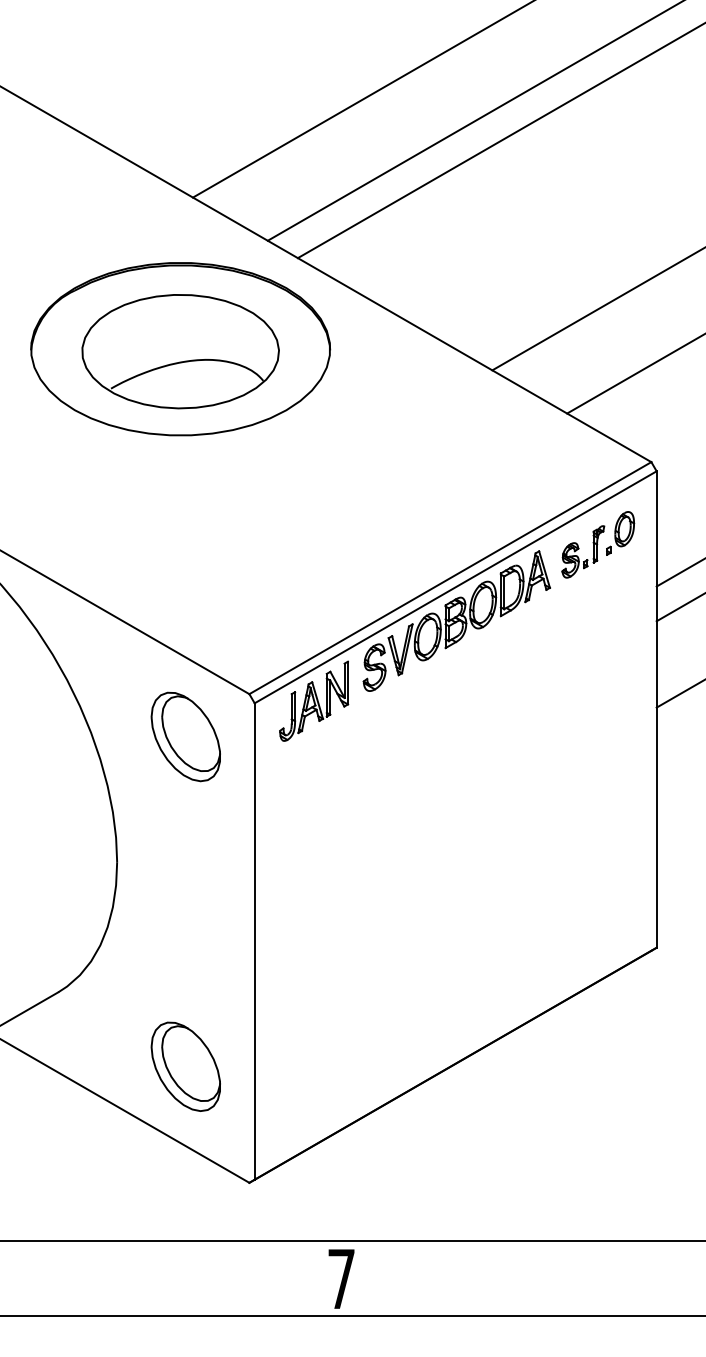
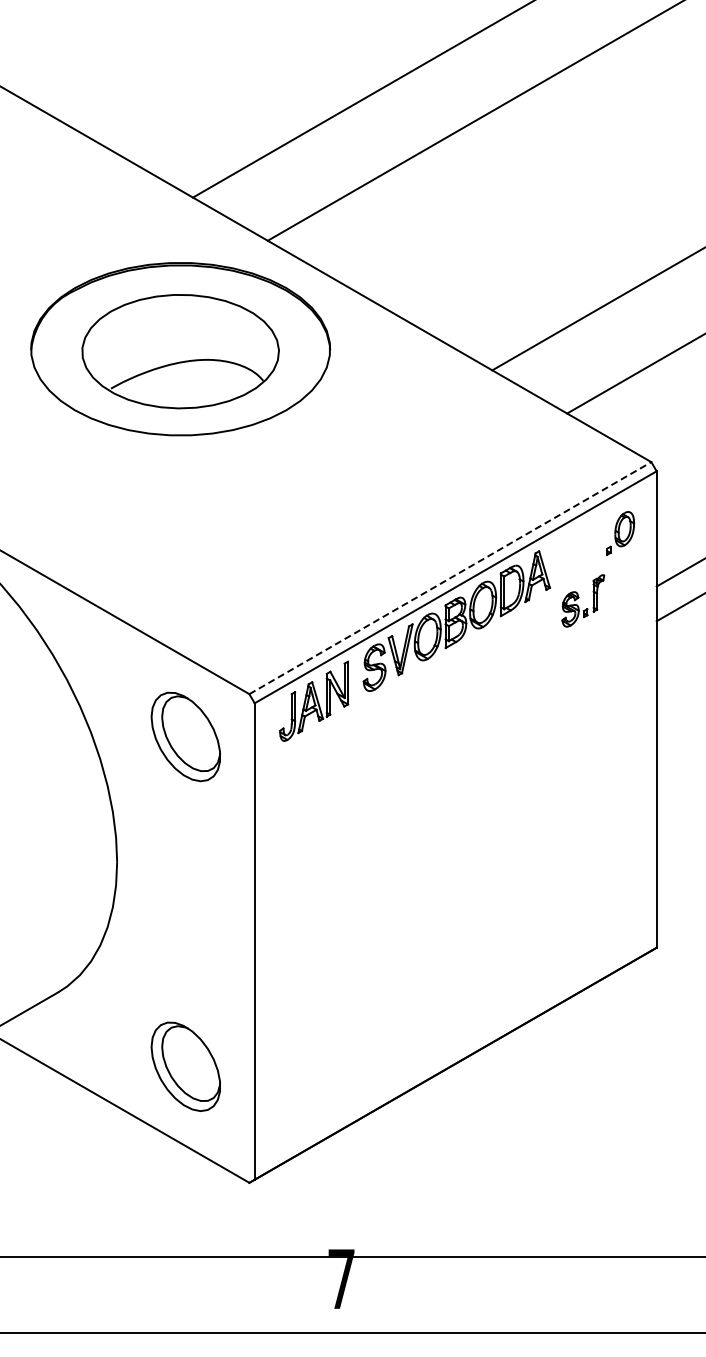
line at (499, 141): present -> none
part at (583, 551) position: (583, 551) -> (583, 600)
line at (450, 577): solid -> dashed
line at (679, 694): present -> none
line at (352, 1241) position: (352, 1241) -> (352, 1257)
line at (352, 1316) position: (352, 1316) -> (352, 1333)
